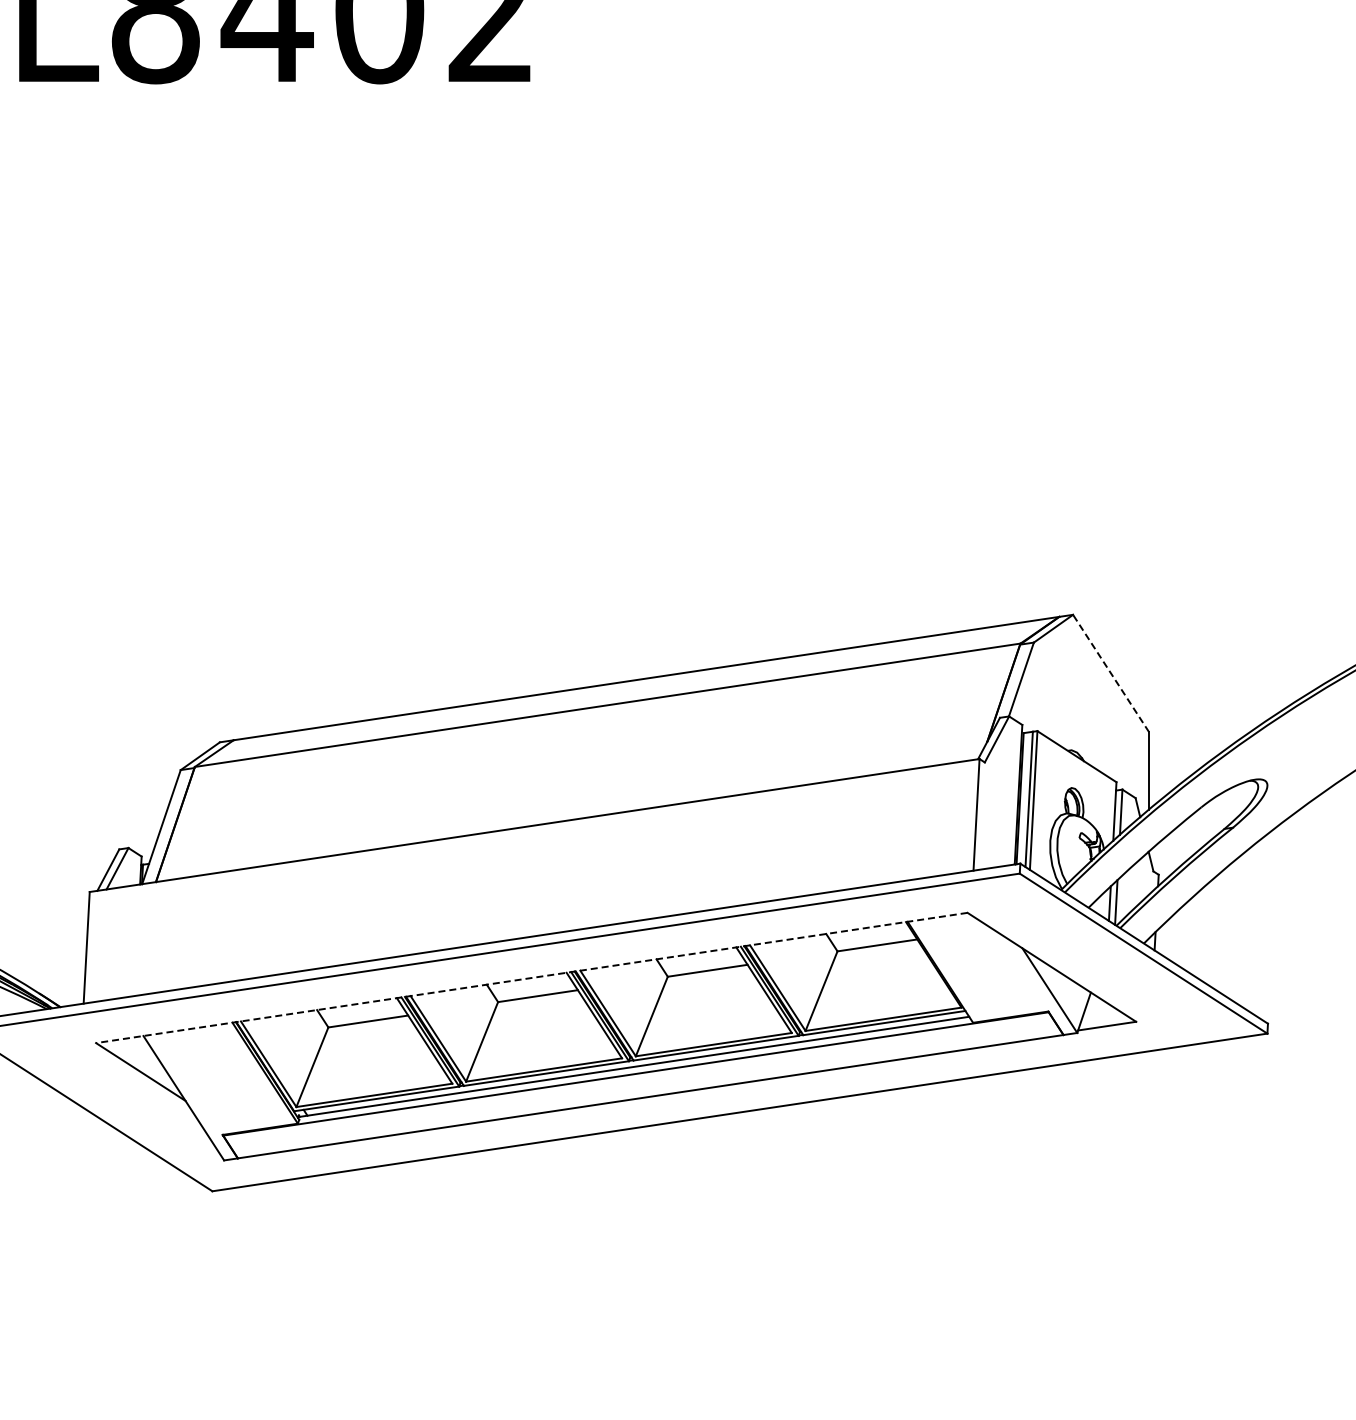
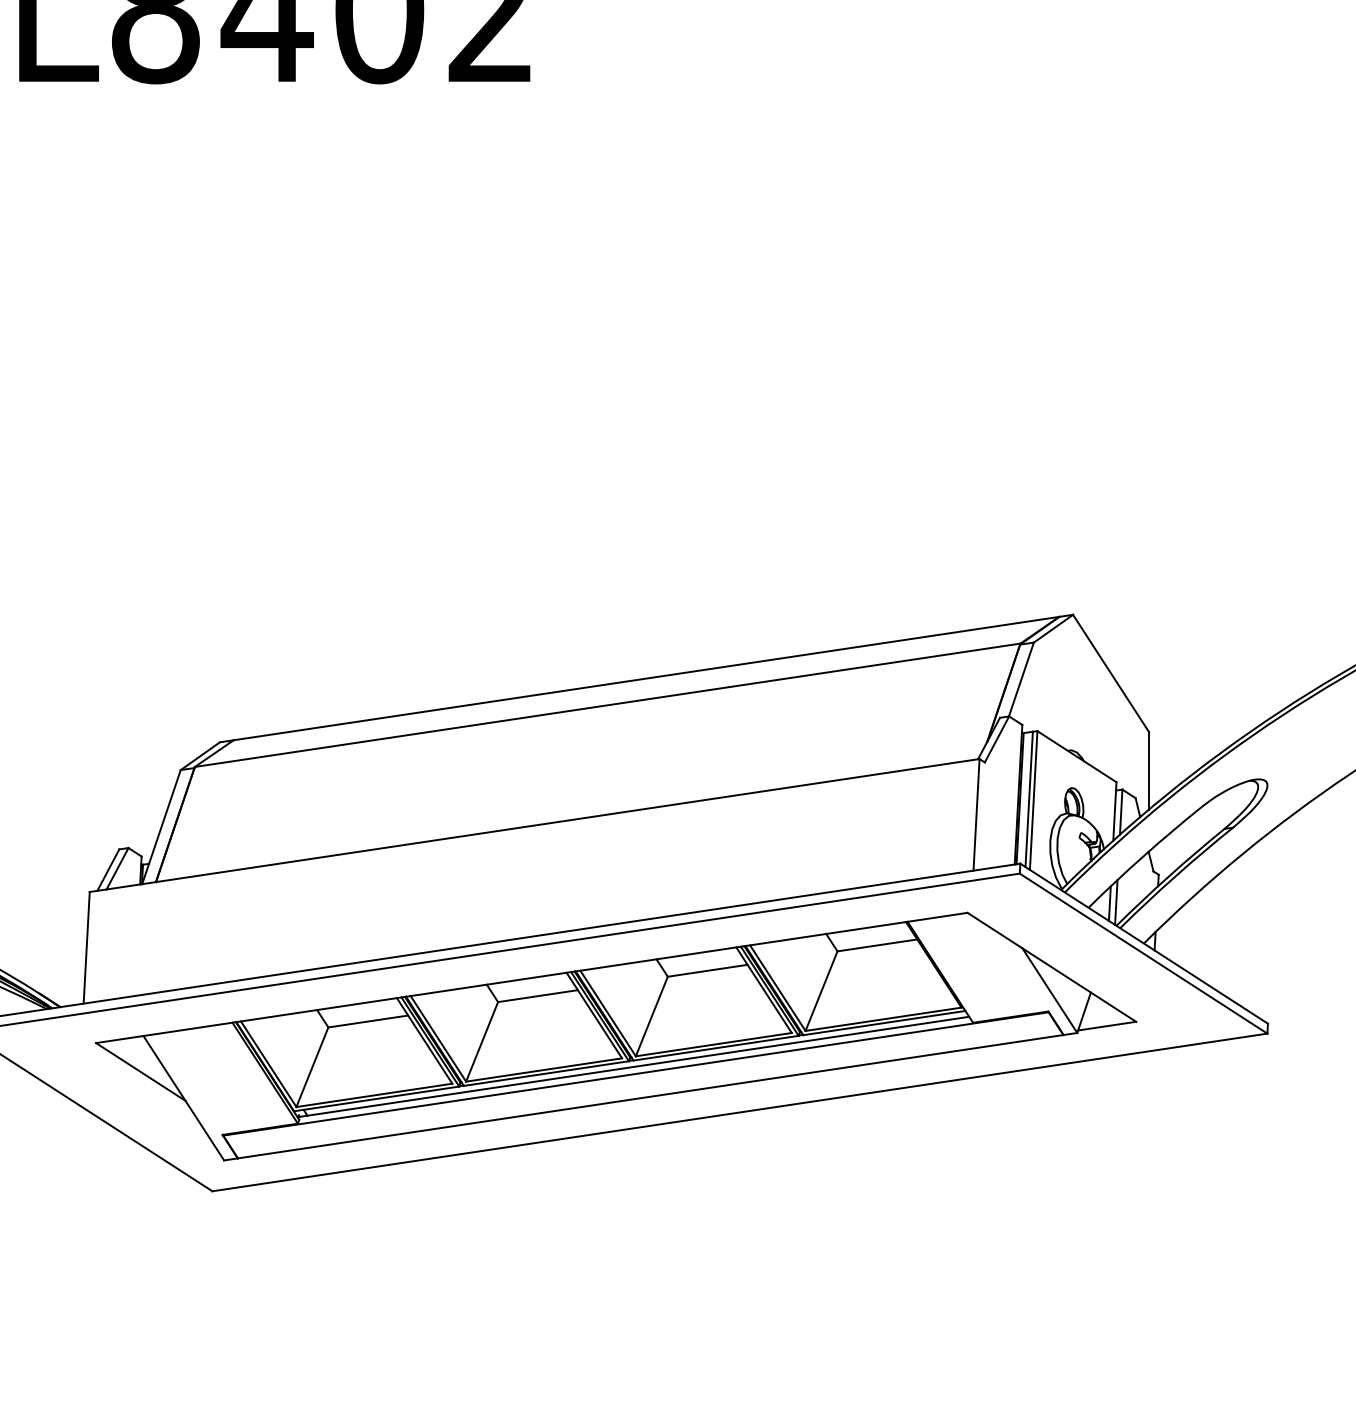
line at (1111, 673): dashed -> solid
line at (531, 977): dashed -> solid
